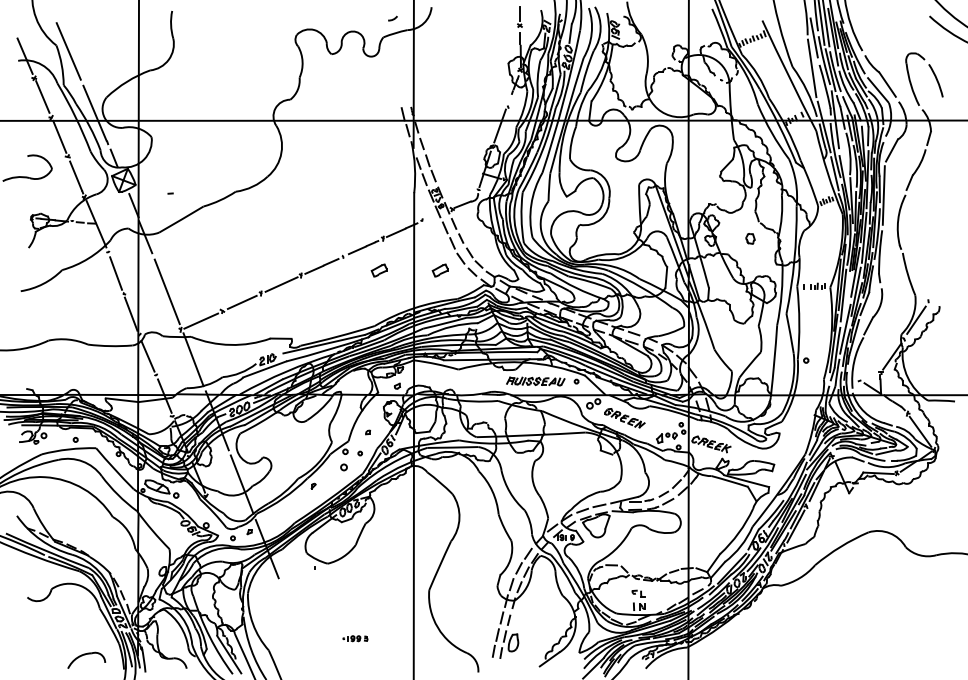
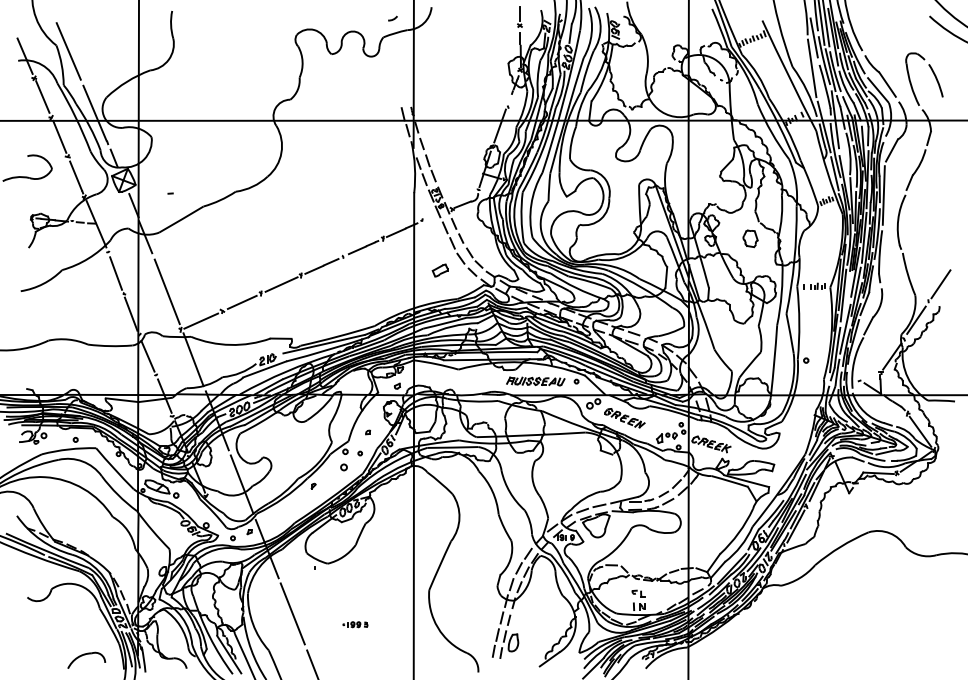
part at (750, 238) size: 11x12 px -> 17x20 px
part at (378, 270): present -> none
line at (940, 284): none -> present
line at (292, 613): none -> present
part at (355, 638) position: (355, 638) -> (355, 624)
line at (312, 663): none -> present
